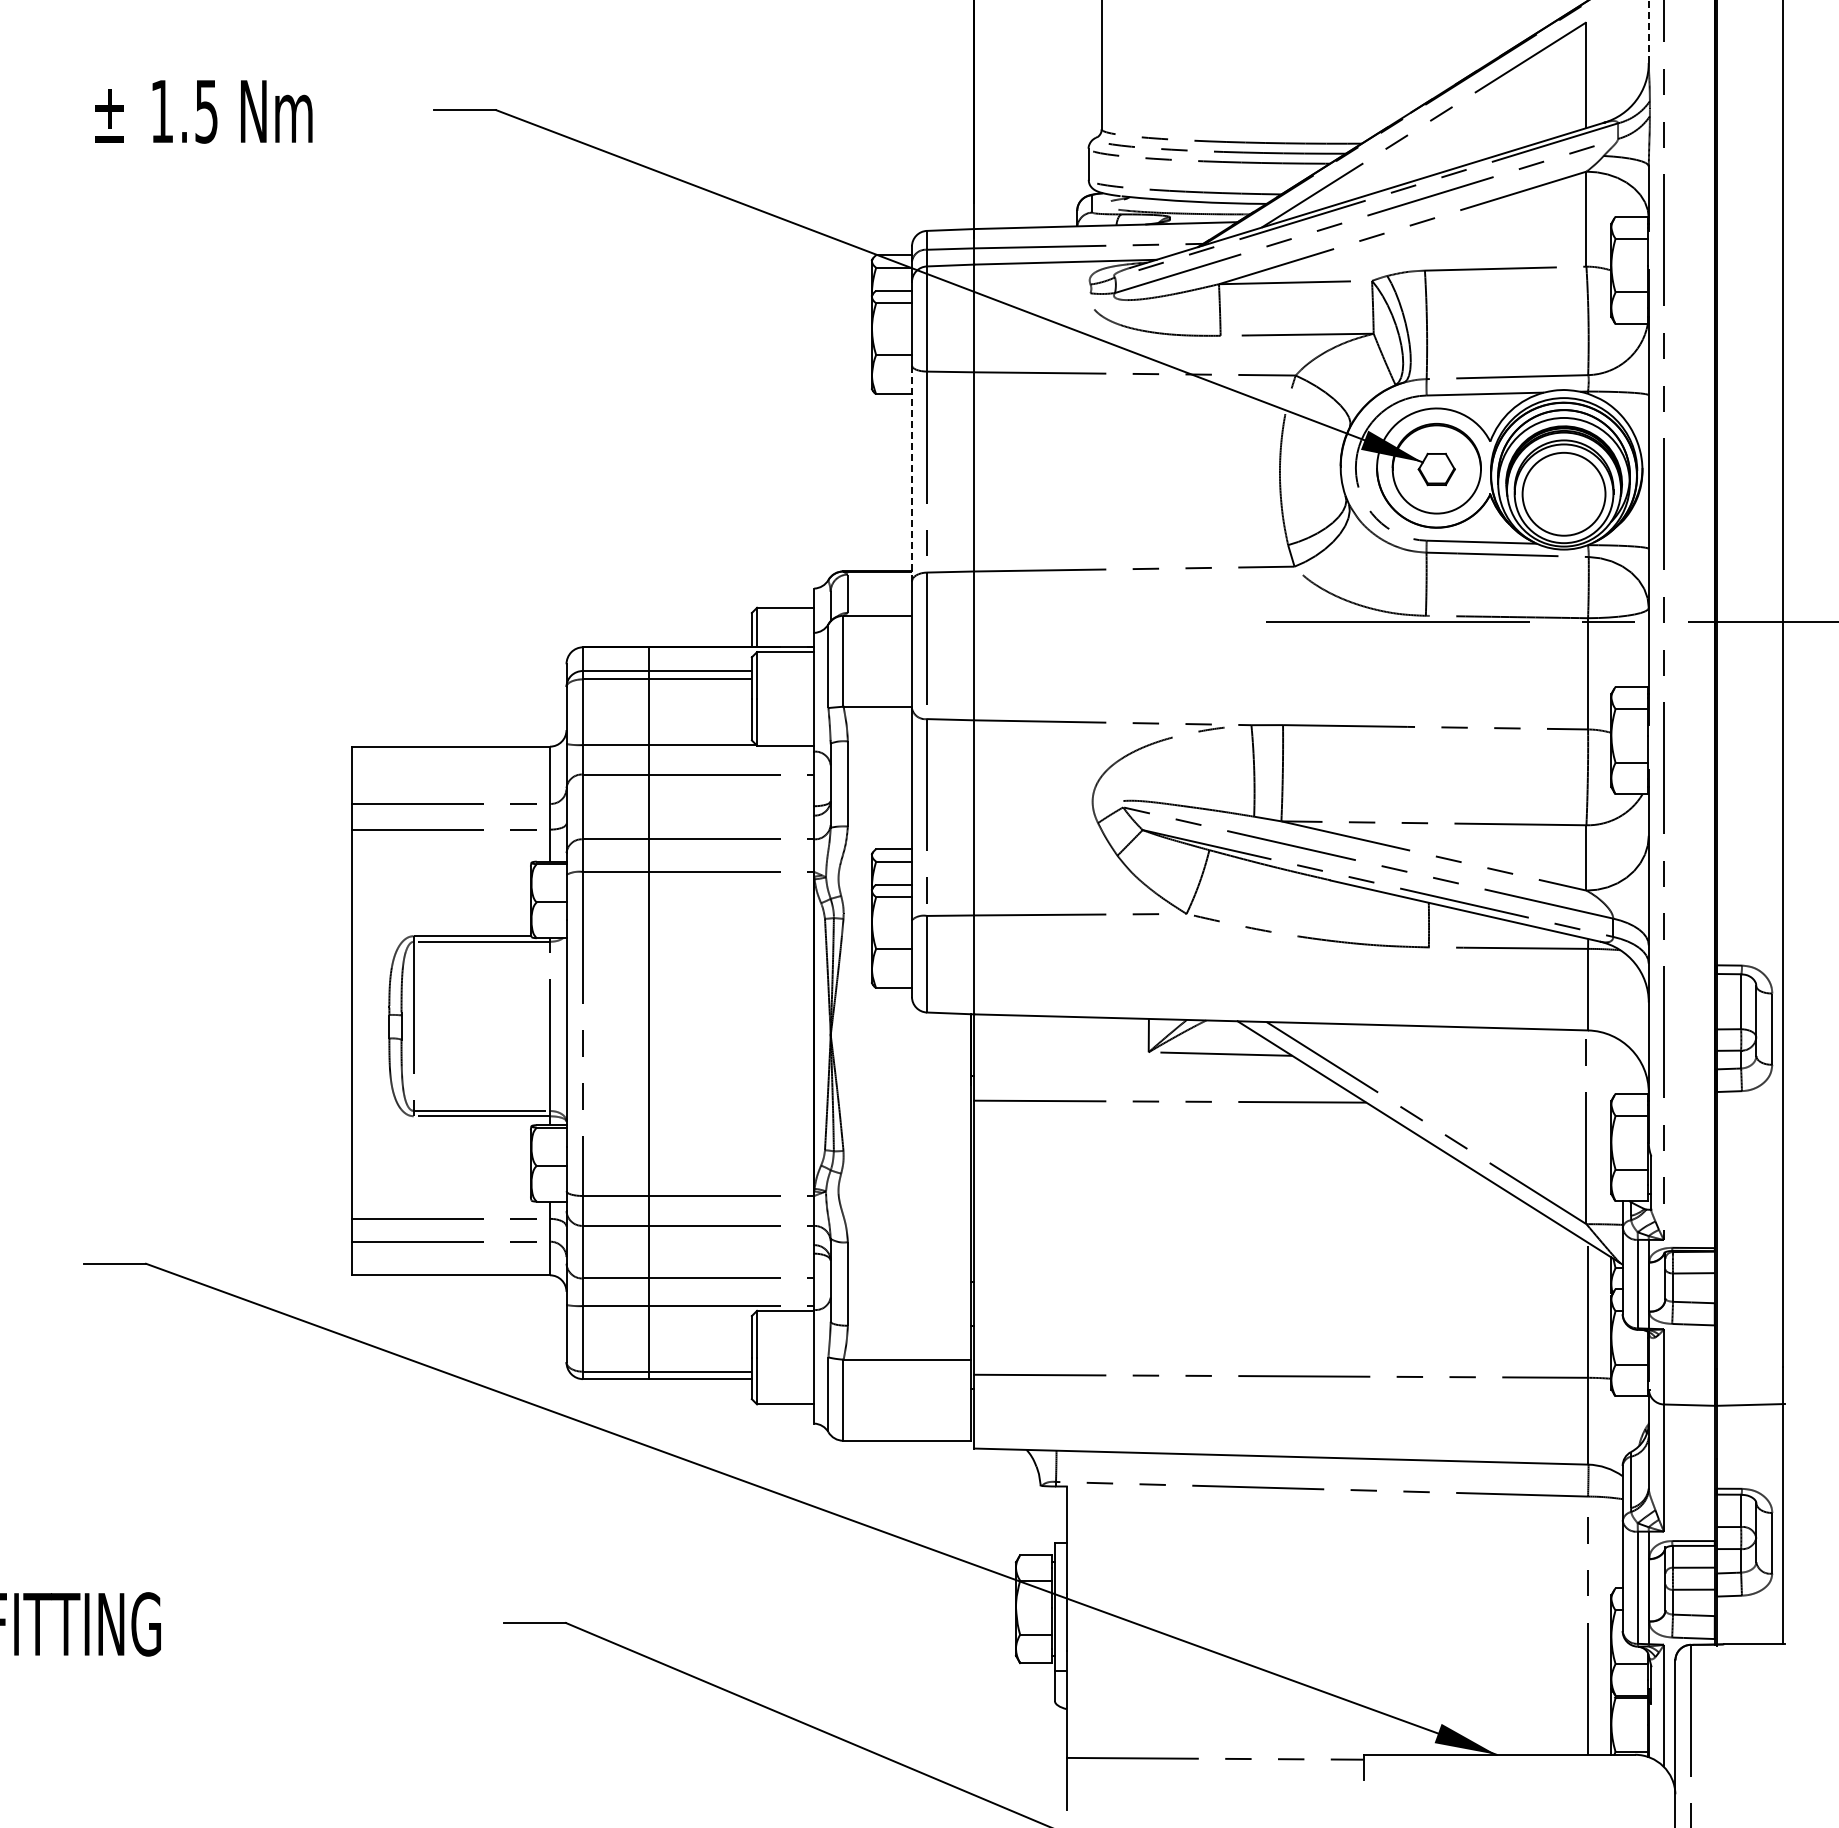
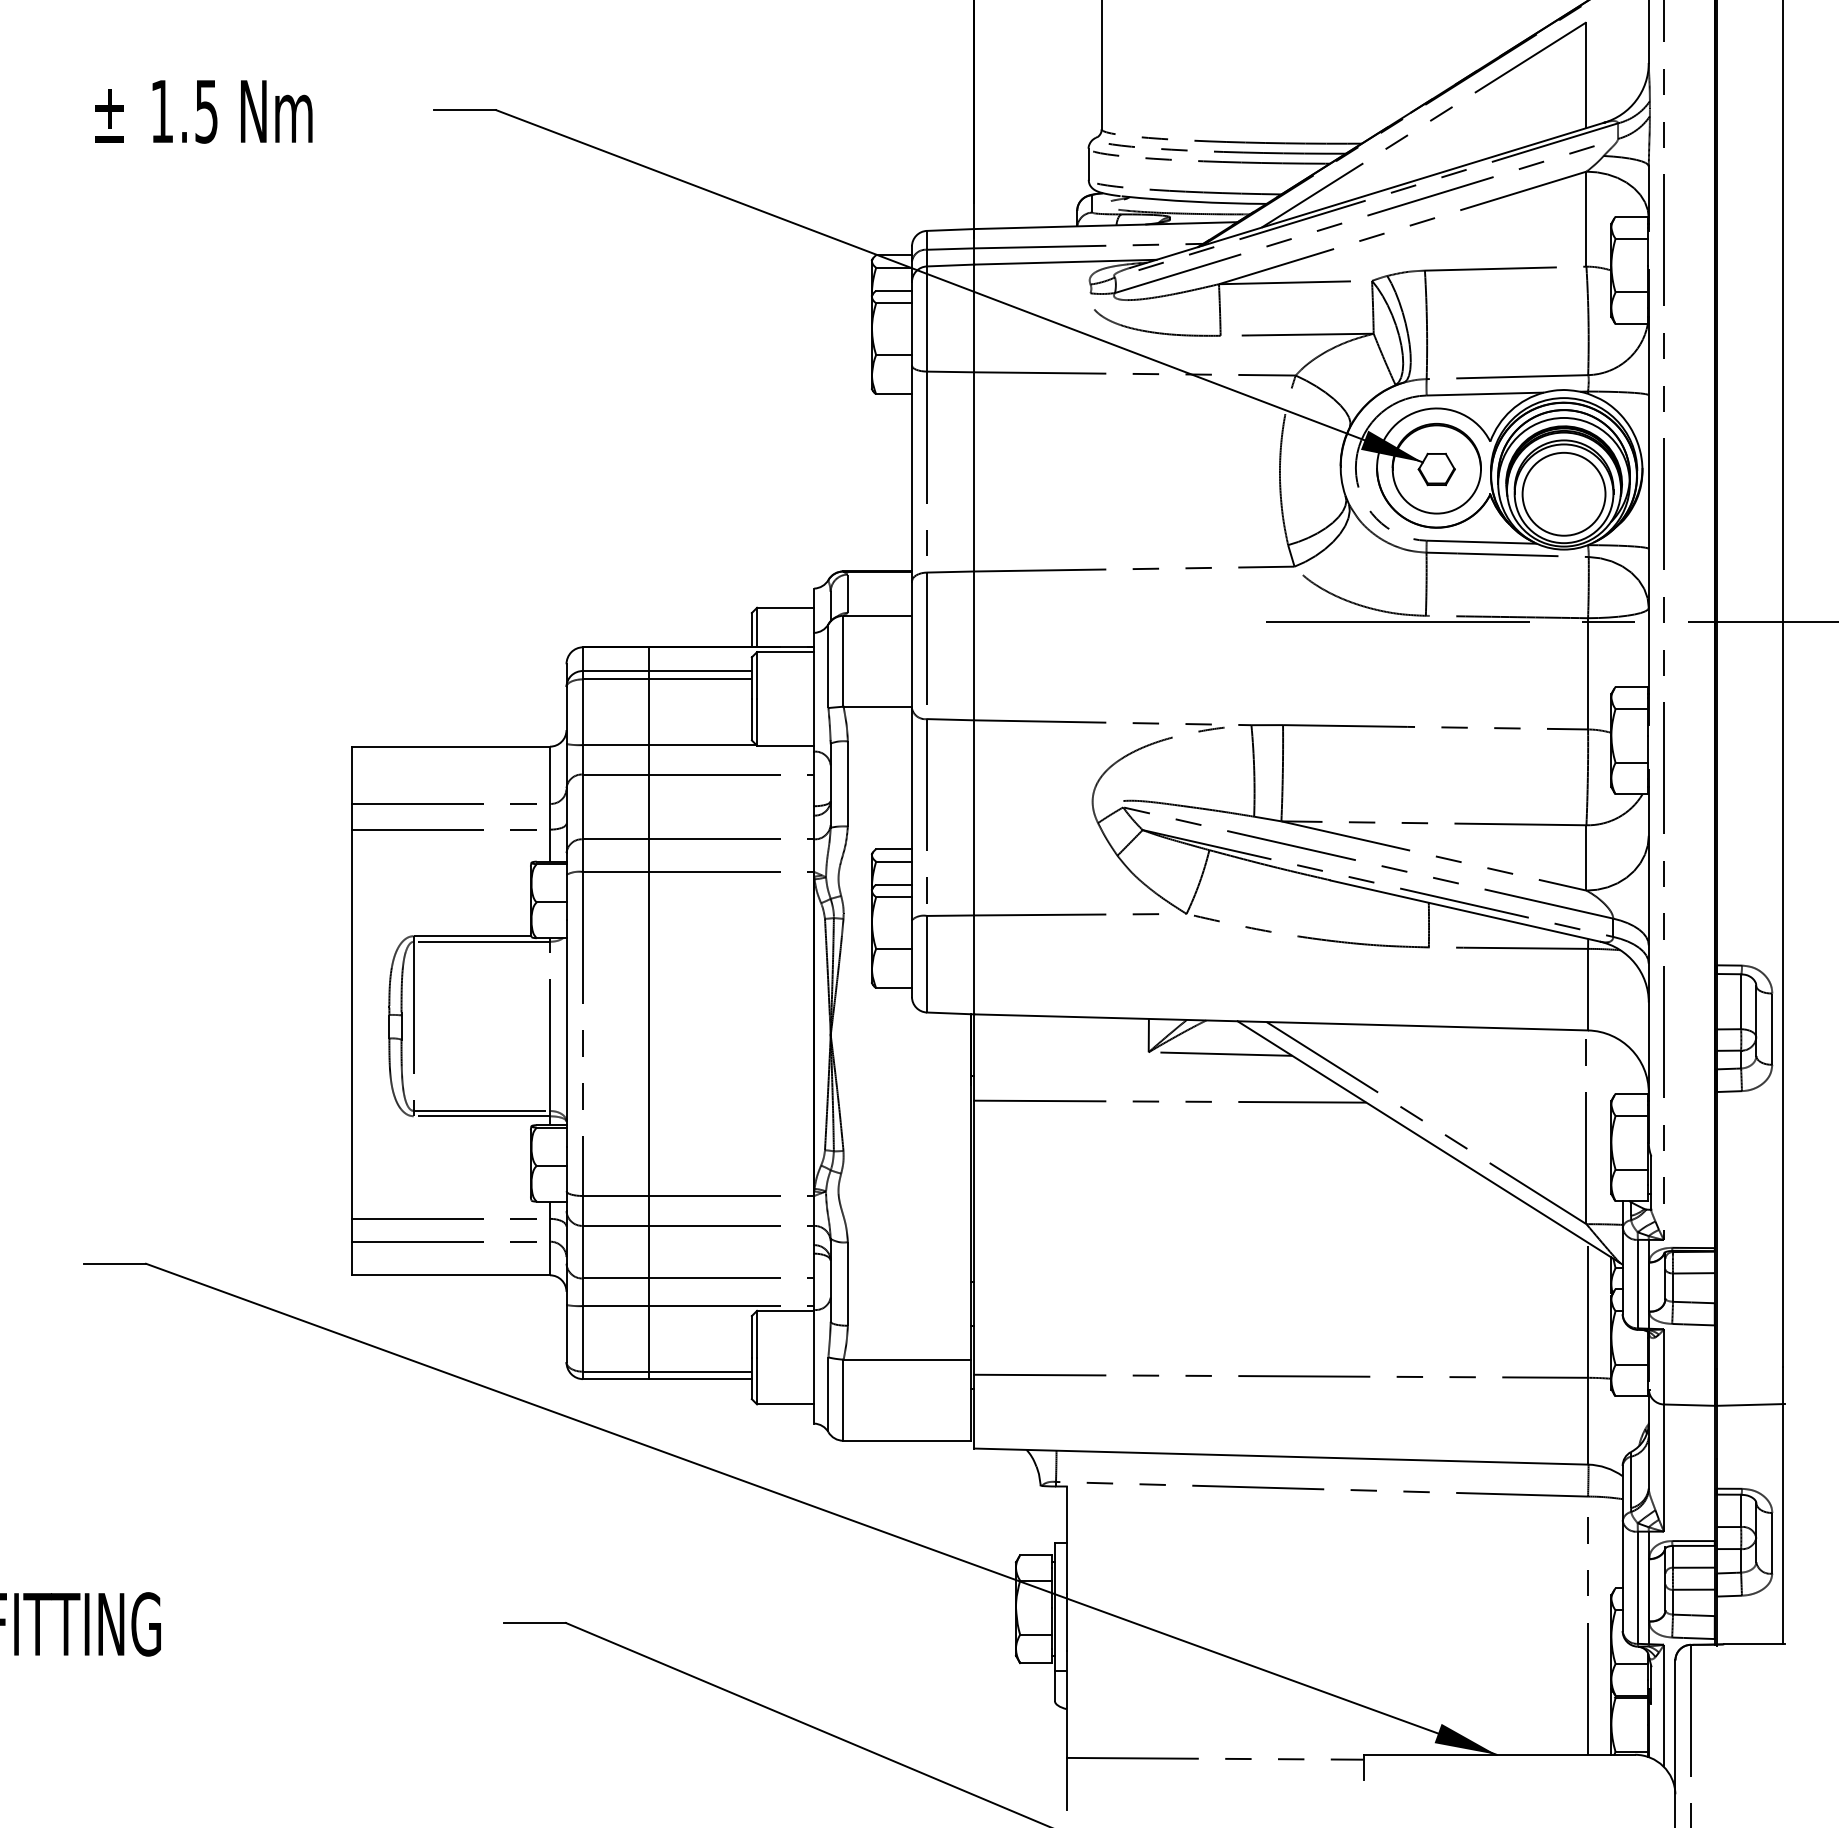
line at (1648, 31): dashed -> solid
line at (911, 473): dashed -> solid
